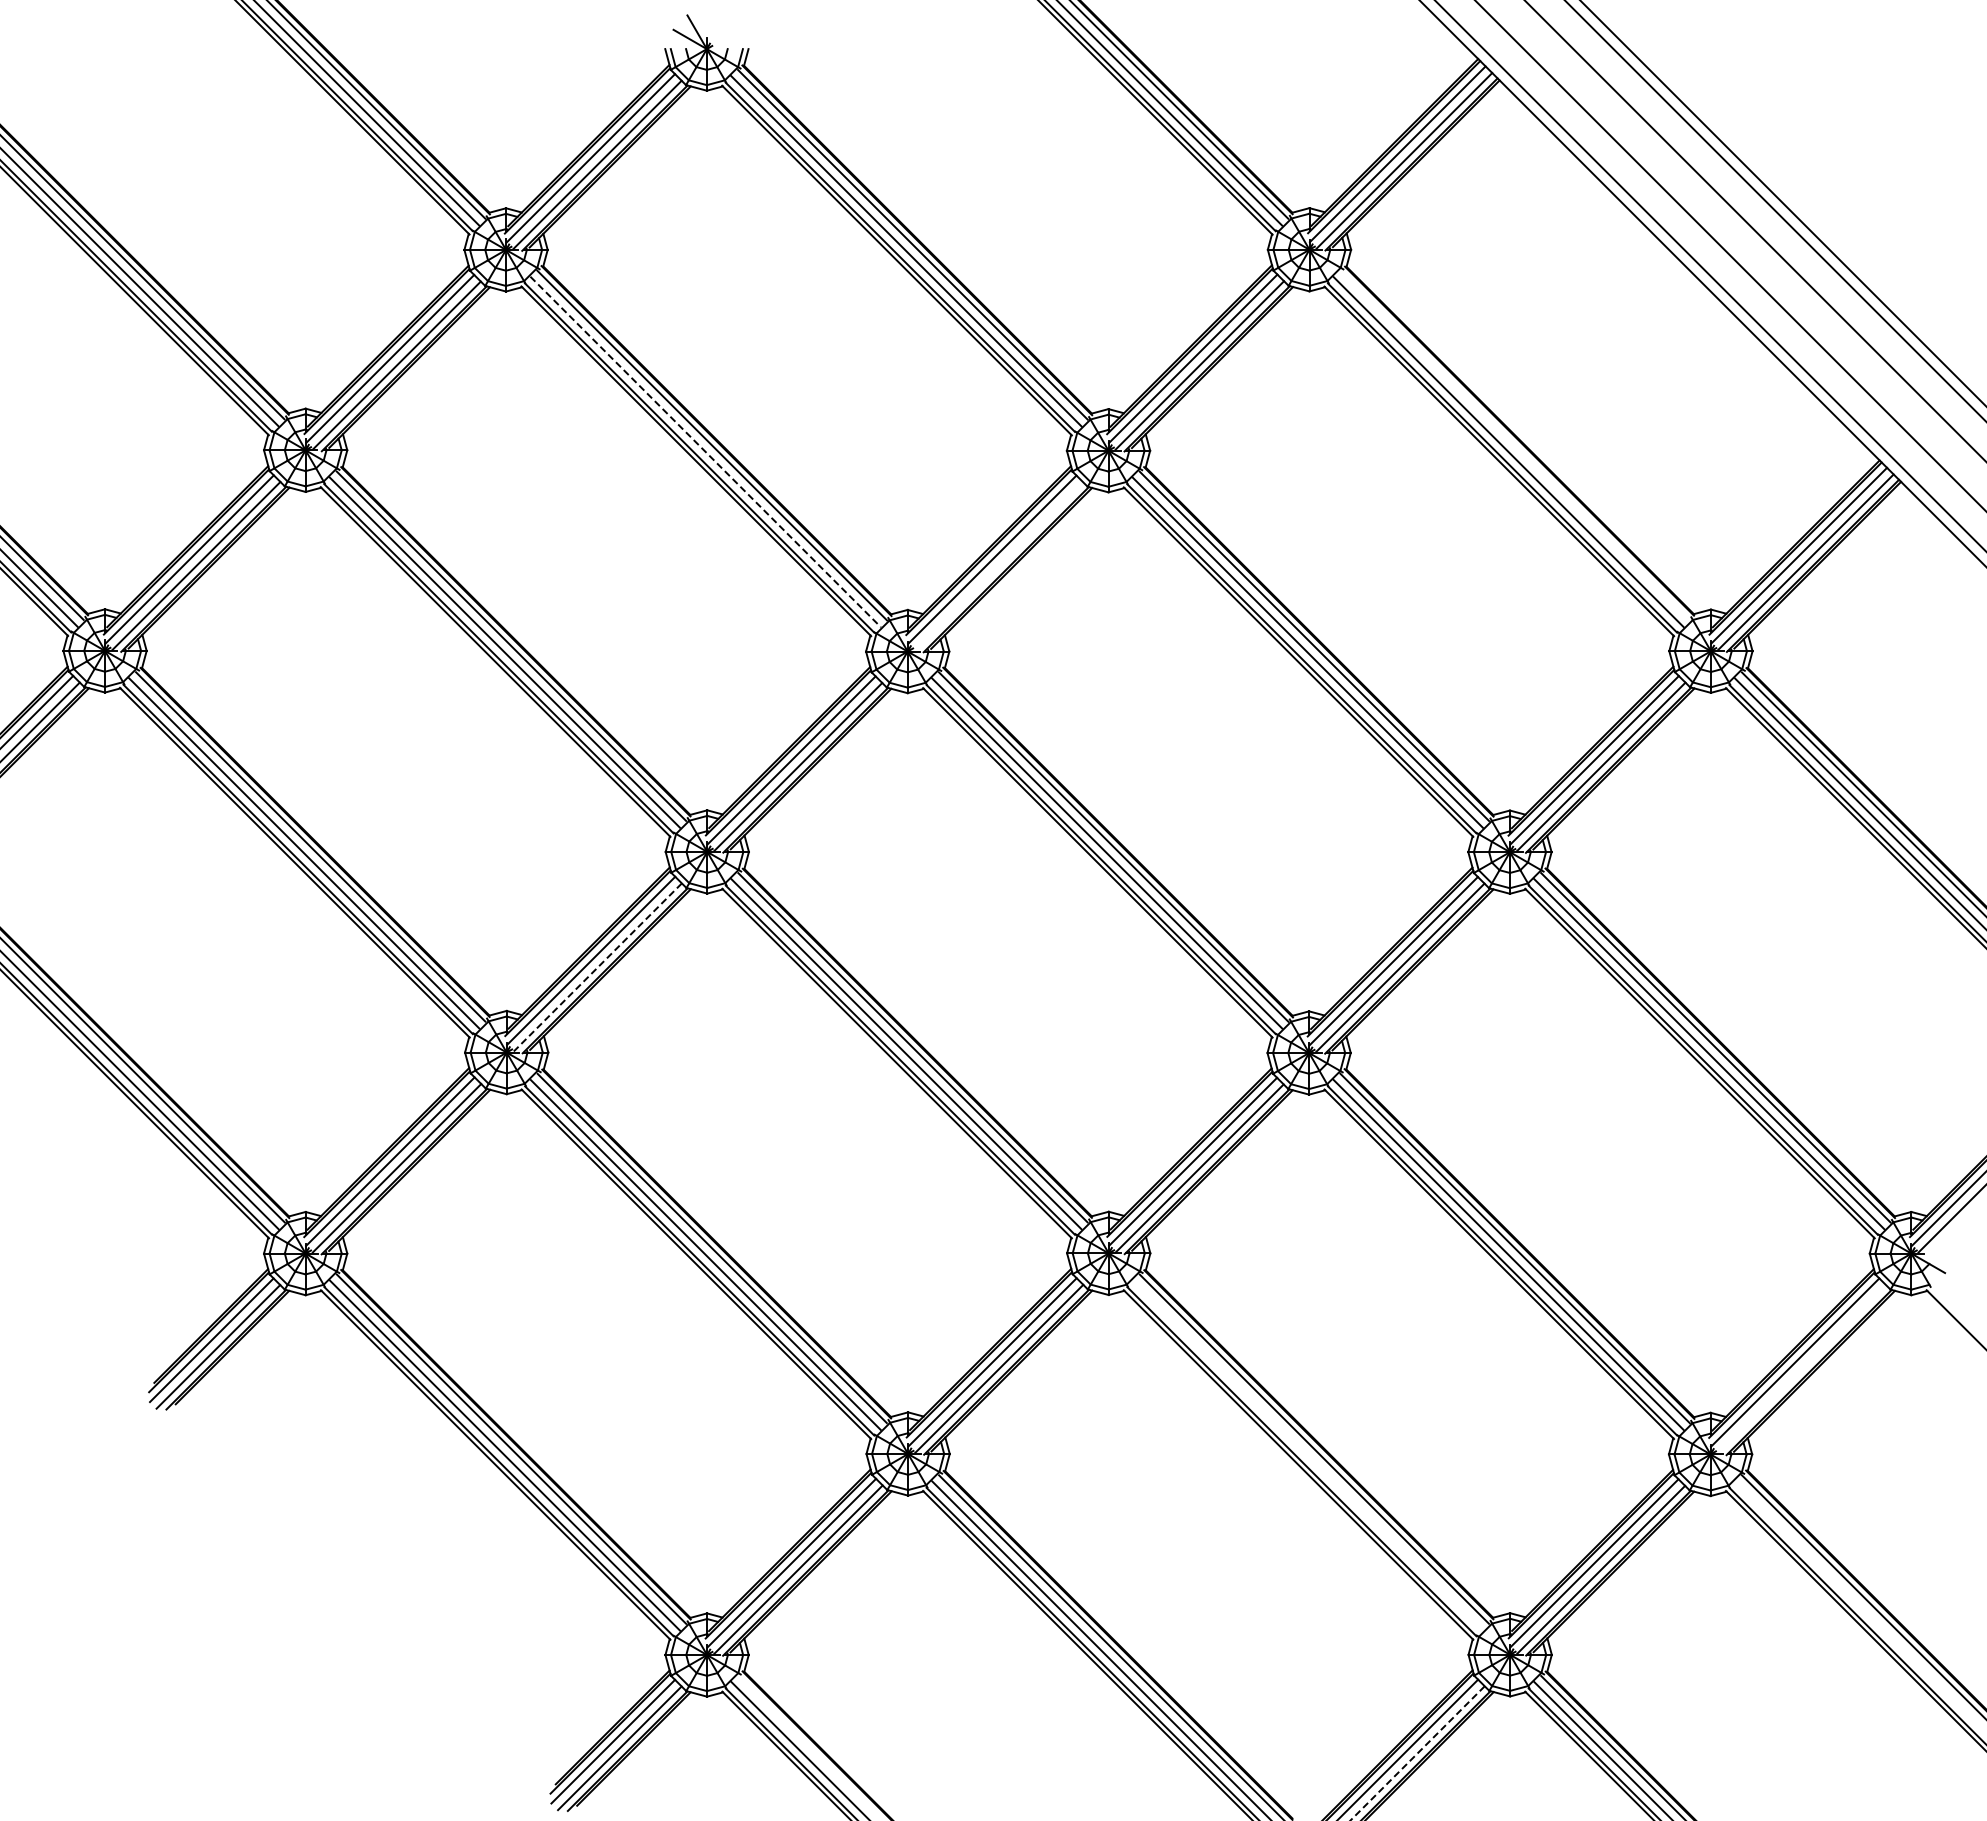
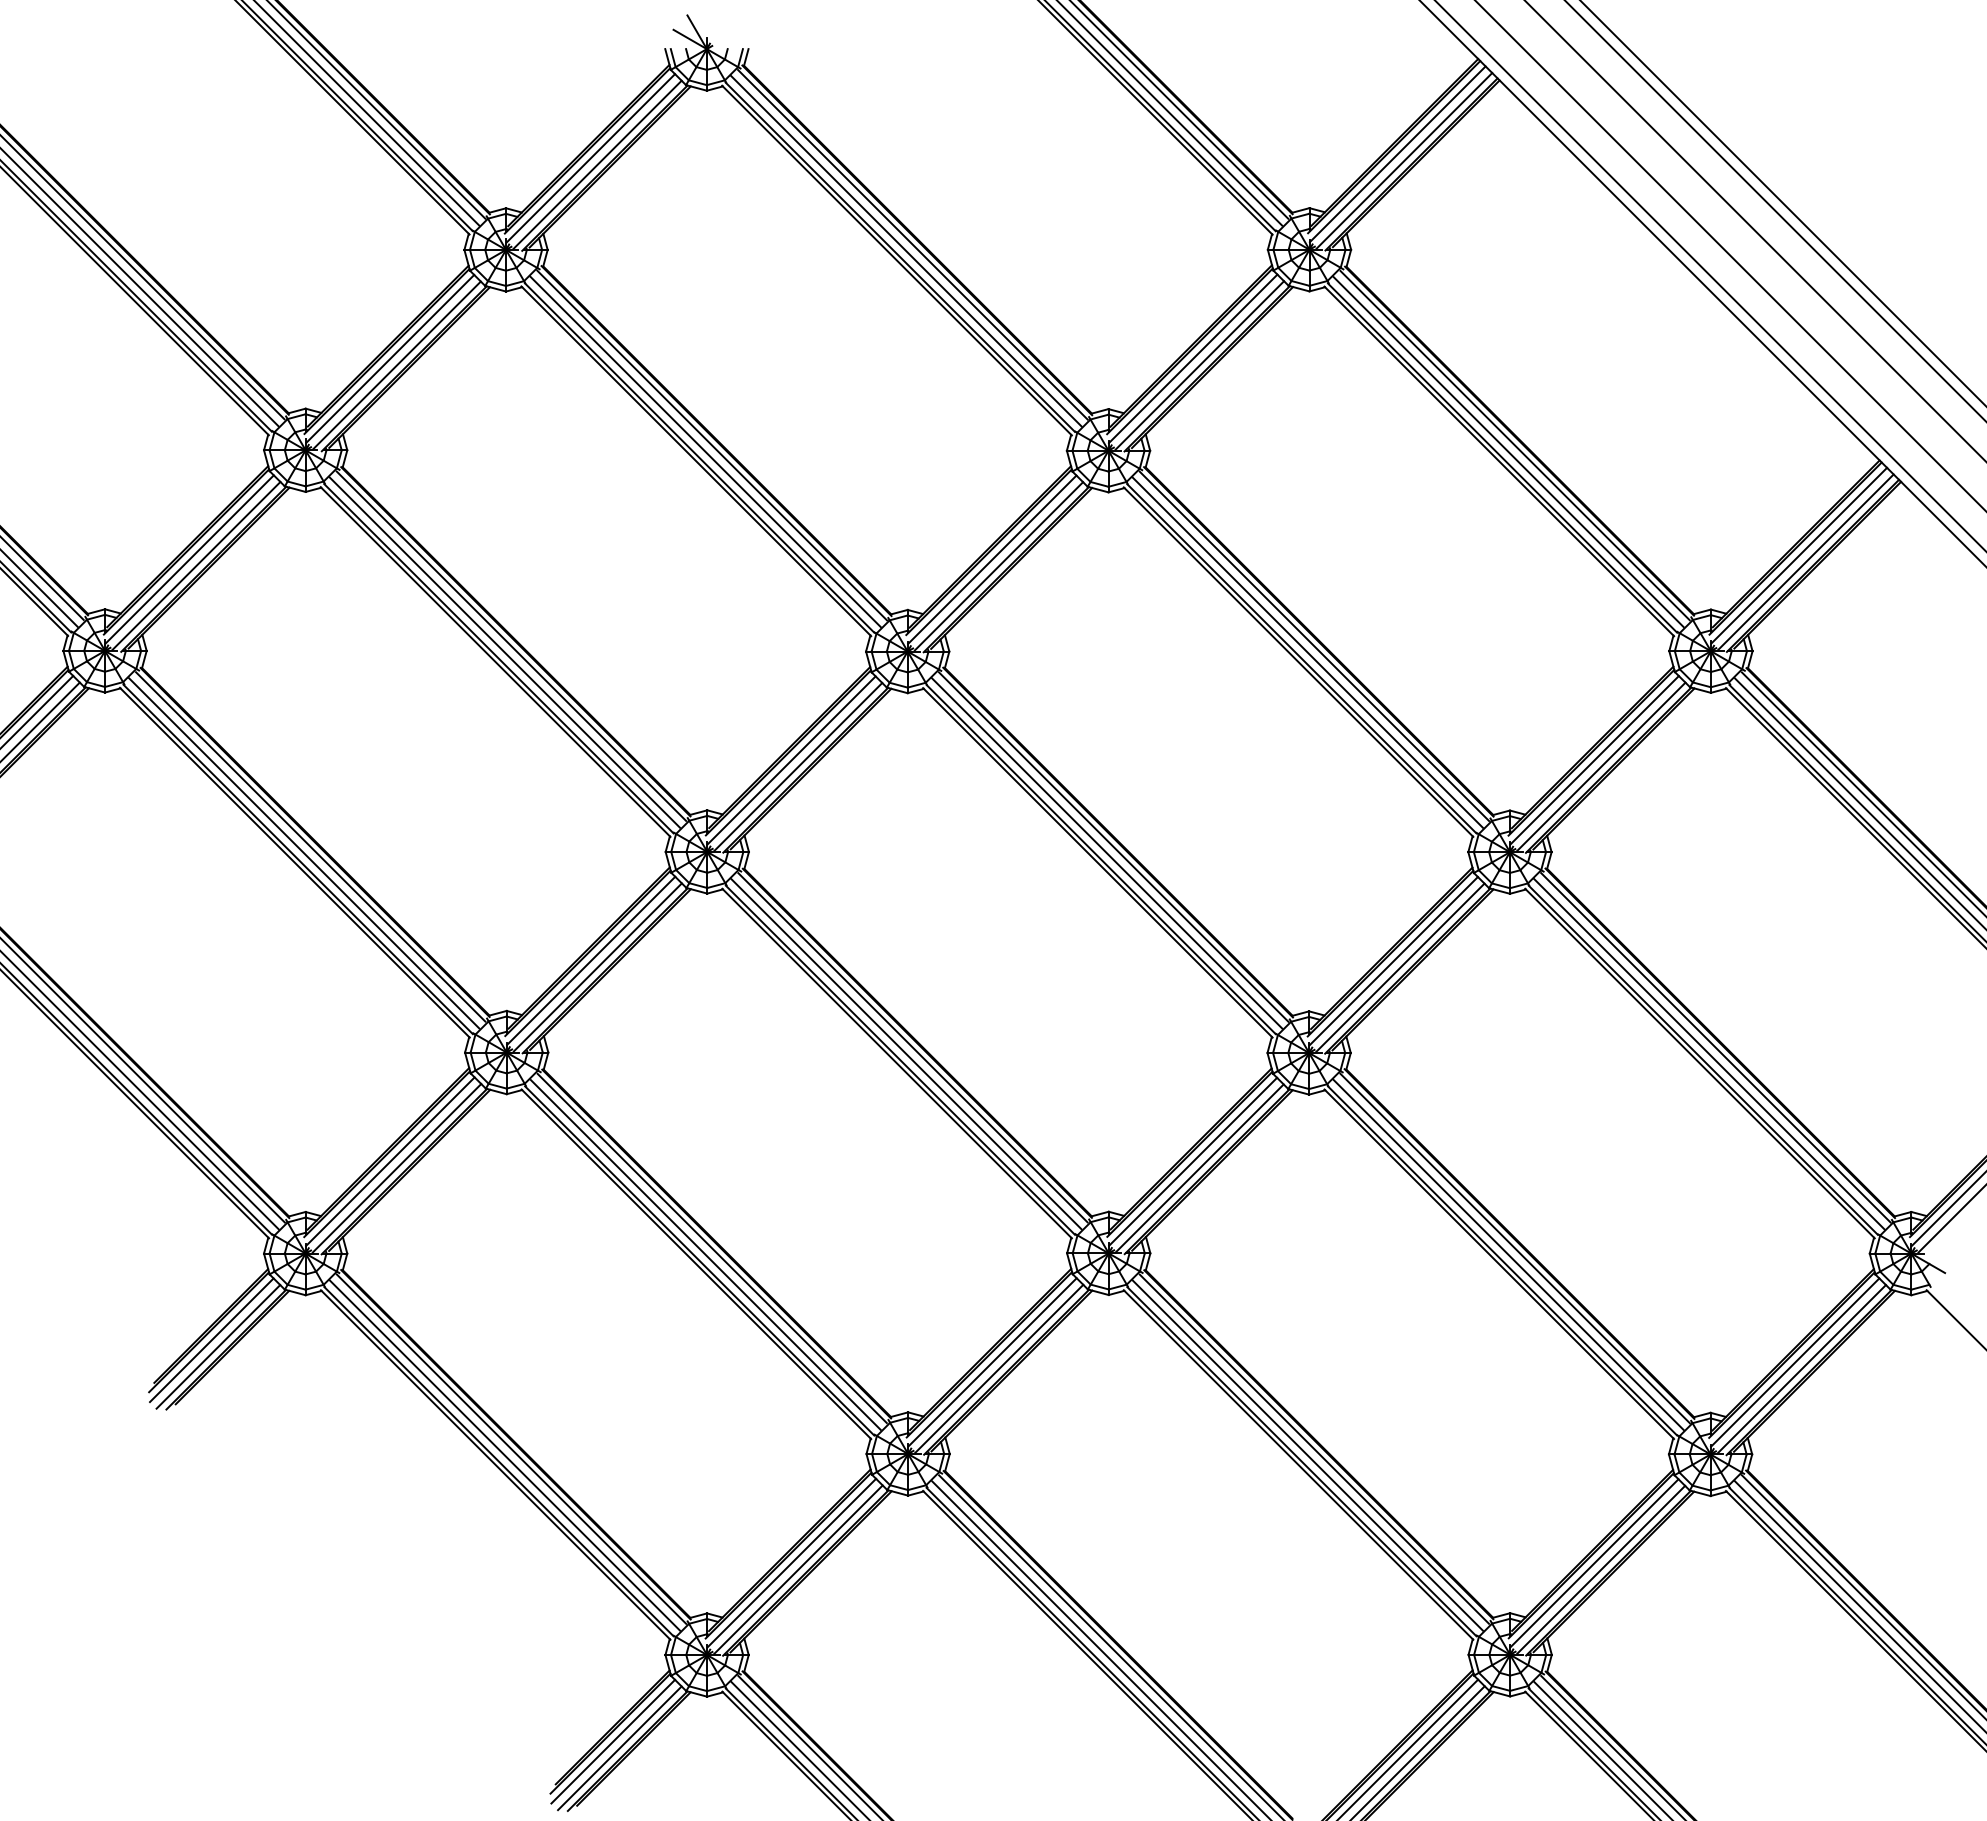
line at (1514, 445): none -> present
line at (705, 451): dashed -> solid
line at (998, 566): none -> present
line at (597, 967): dashed -> solid
line at (1801, 1369): none -> present
line at (1307, 1455): none -> present
line at (1858, 1605): none -> present
line at (808, 1746): none -> present
line at (1417, 1753): dashed -> solid
